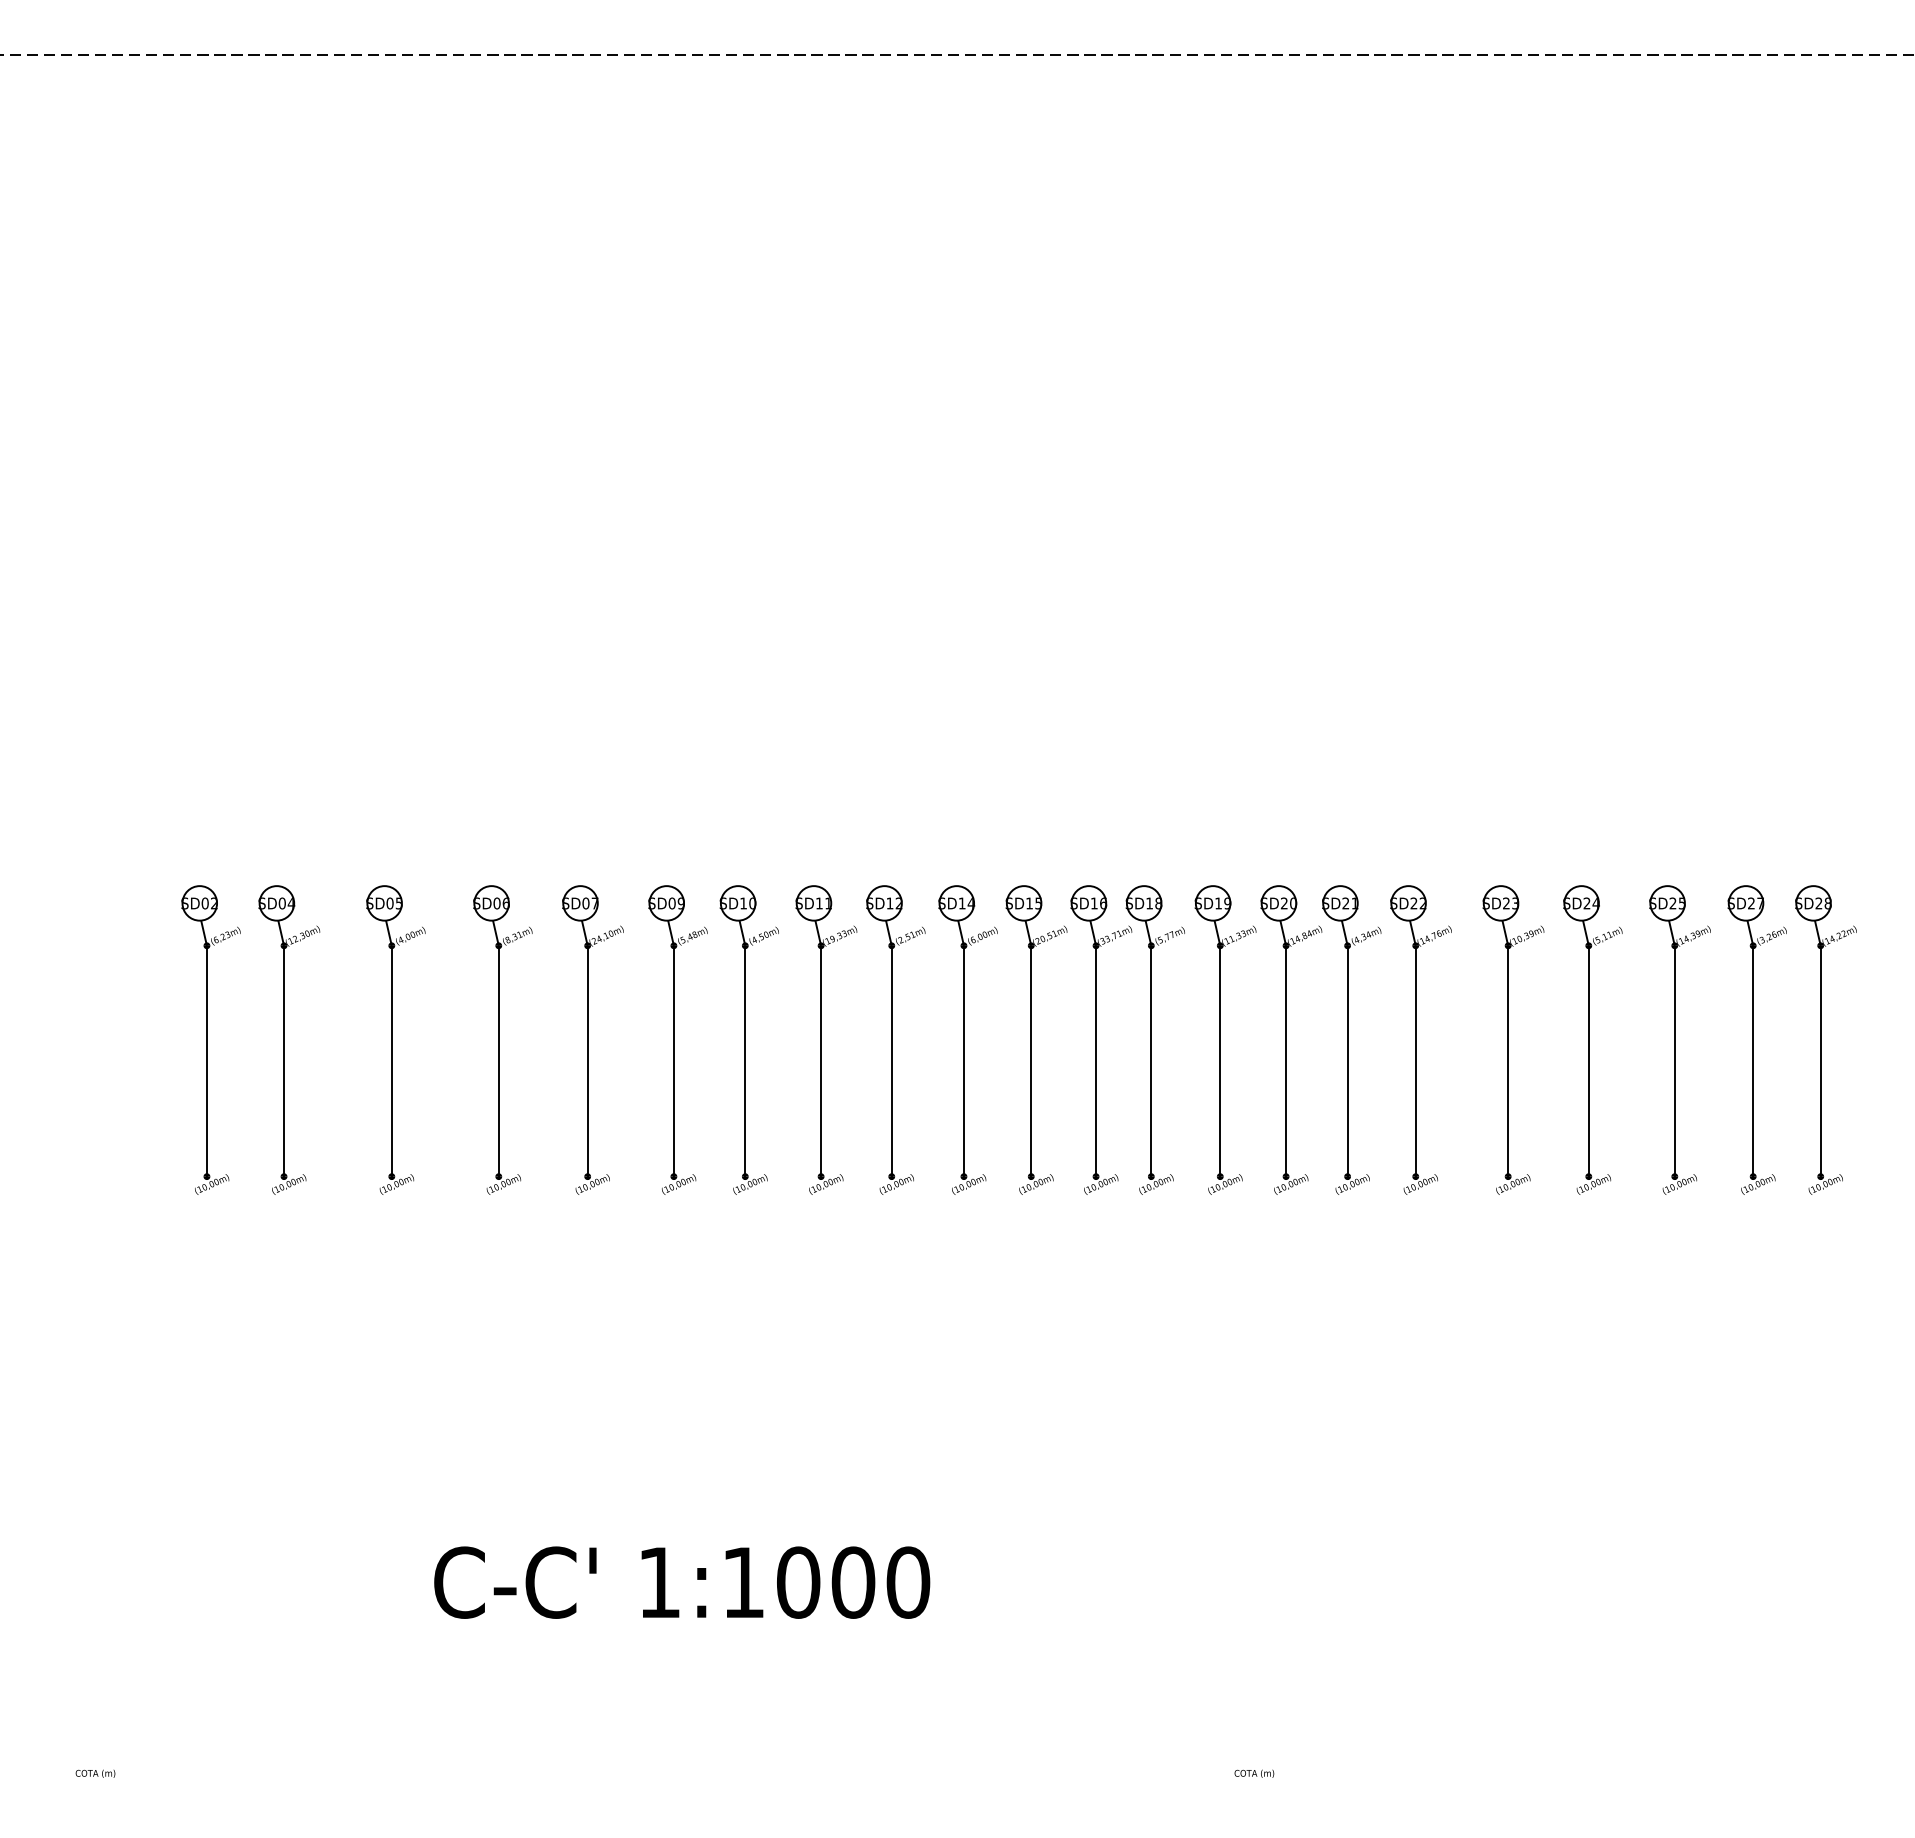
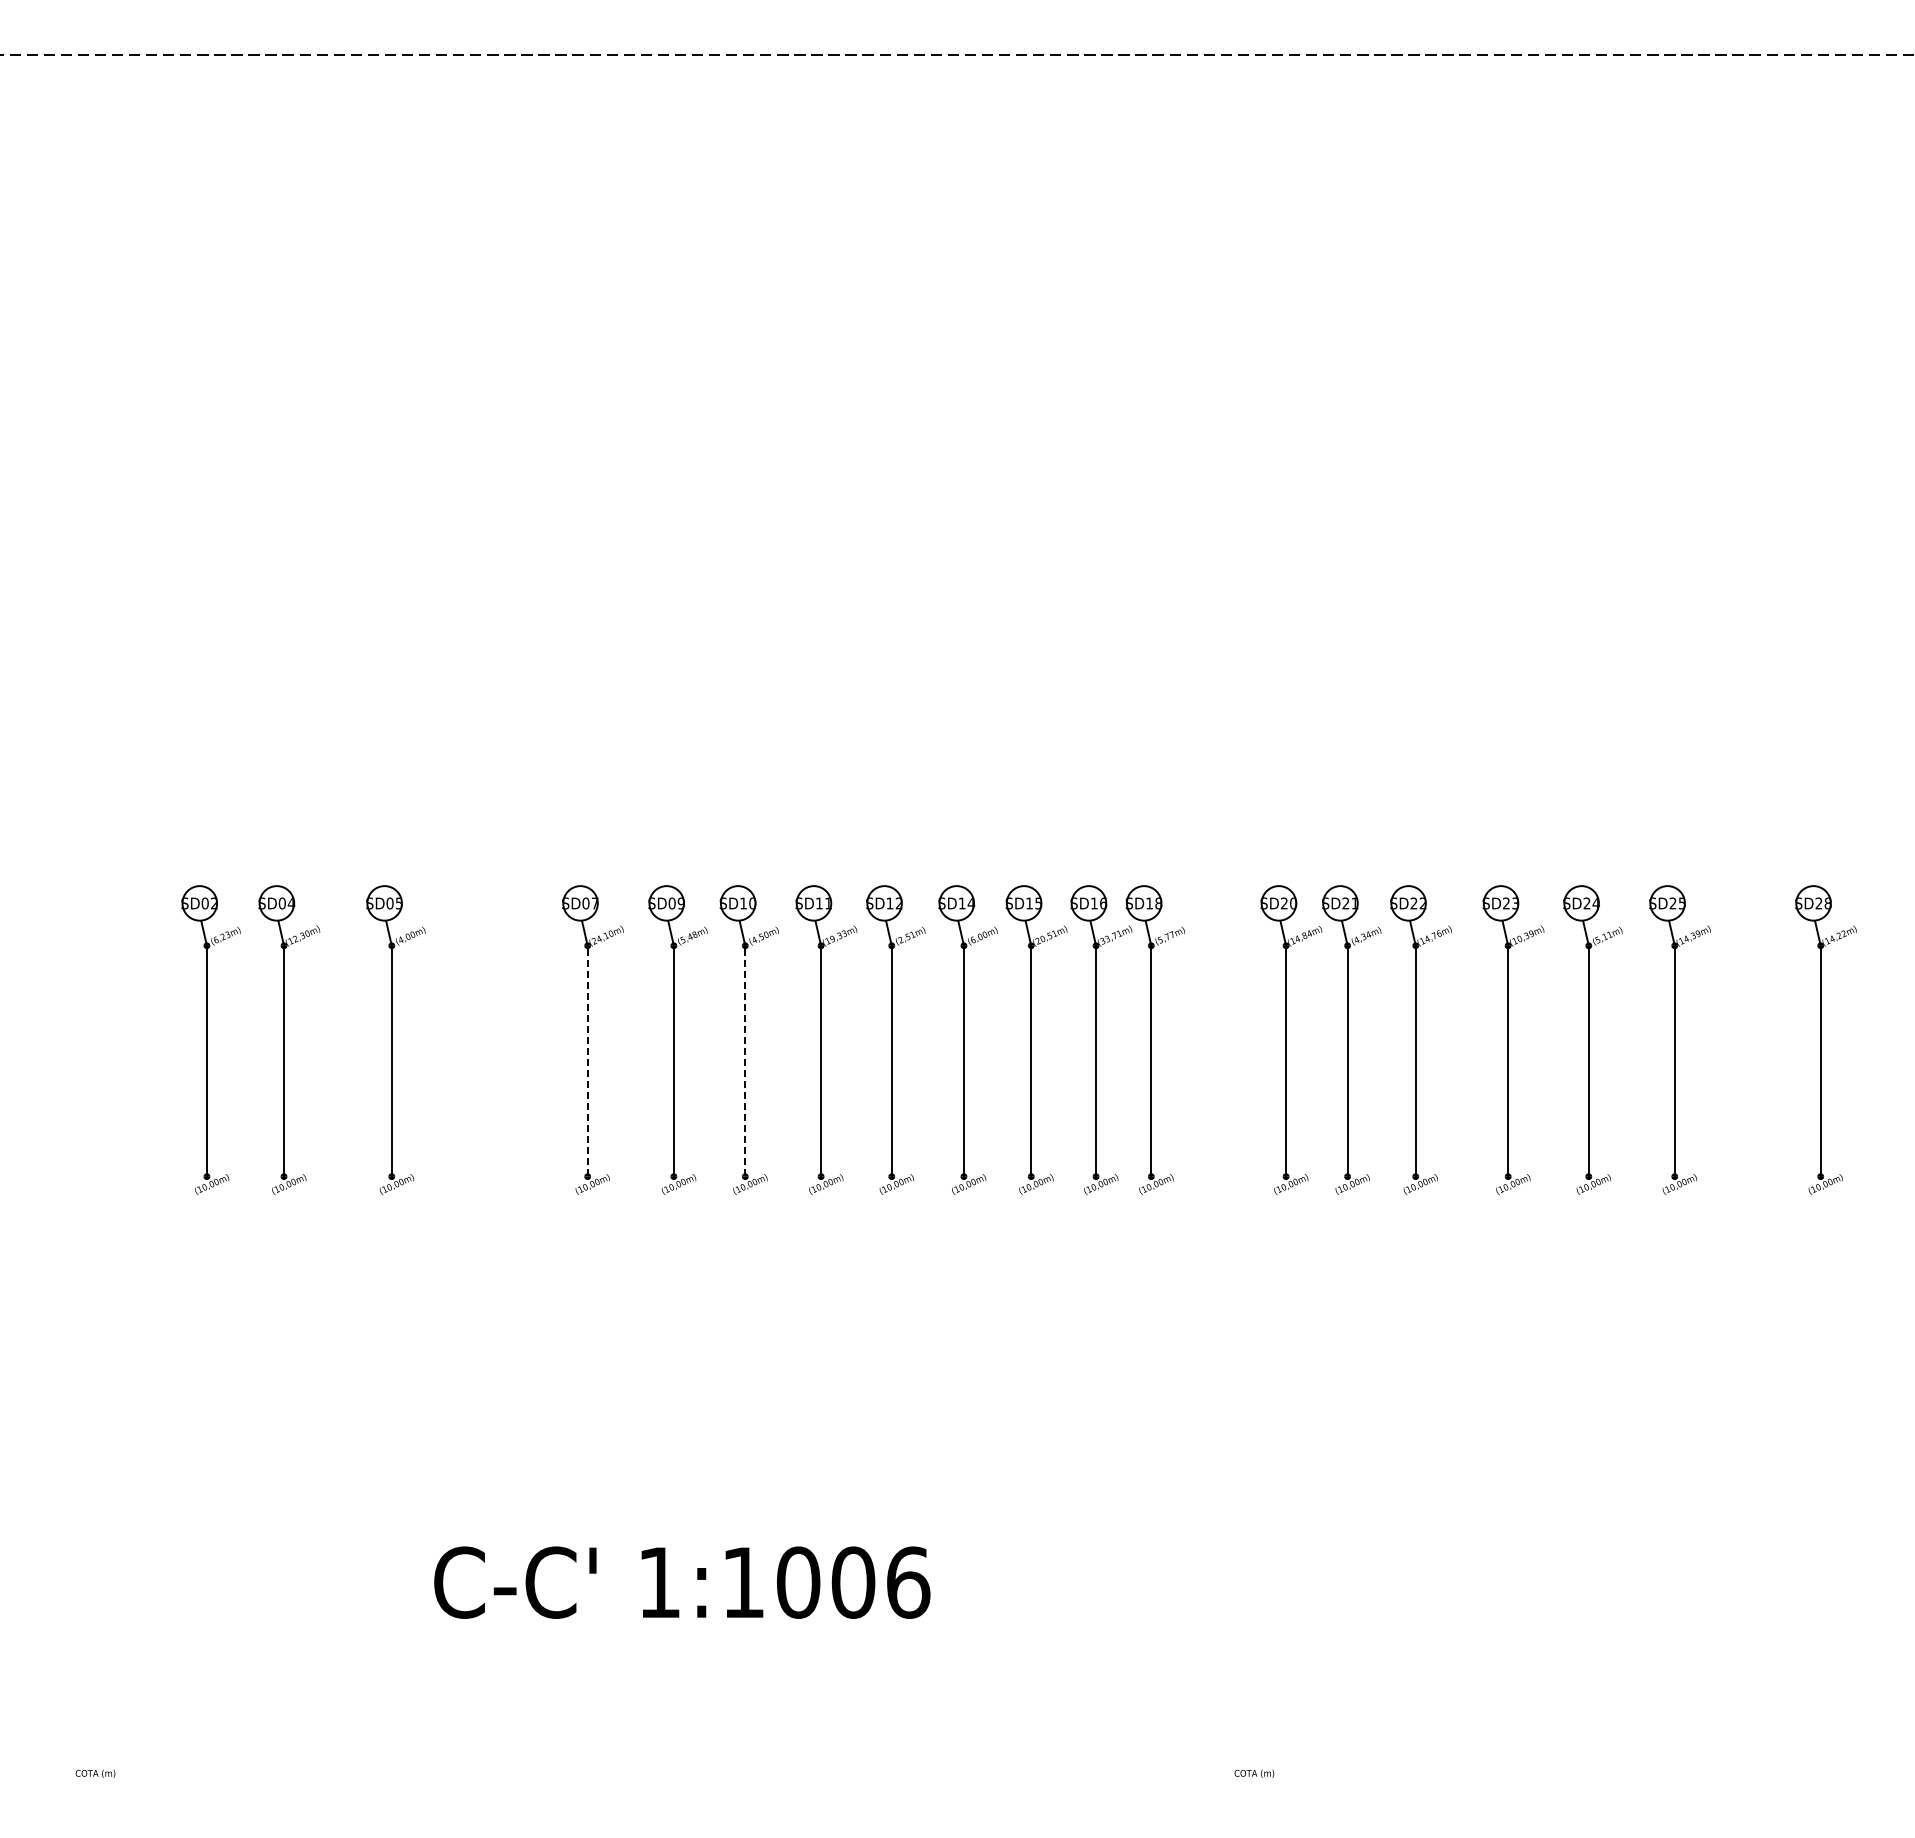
part at (502, 1039): present -> none
part at (1225, 1039): present -> none
part at (1756, 1039): present -> none
line at (587, 1062): solid -> dashed
line at (745, 1062): solid -> dashed
text at (908, 1582): 1:1000 -> 1:1006
